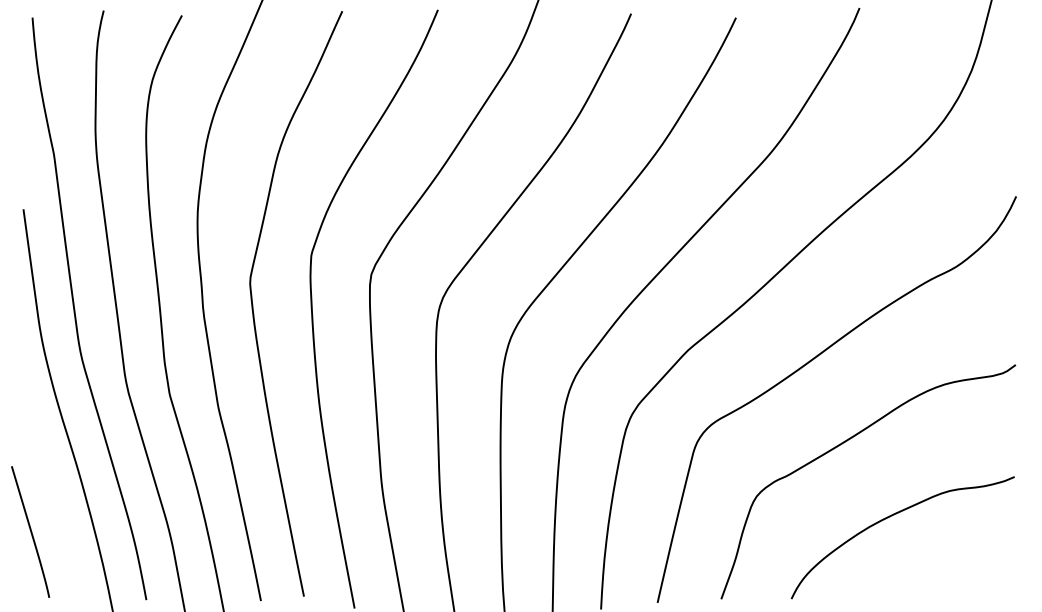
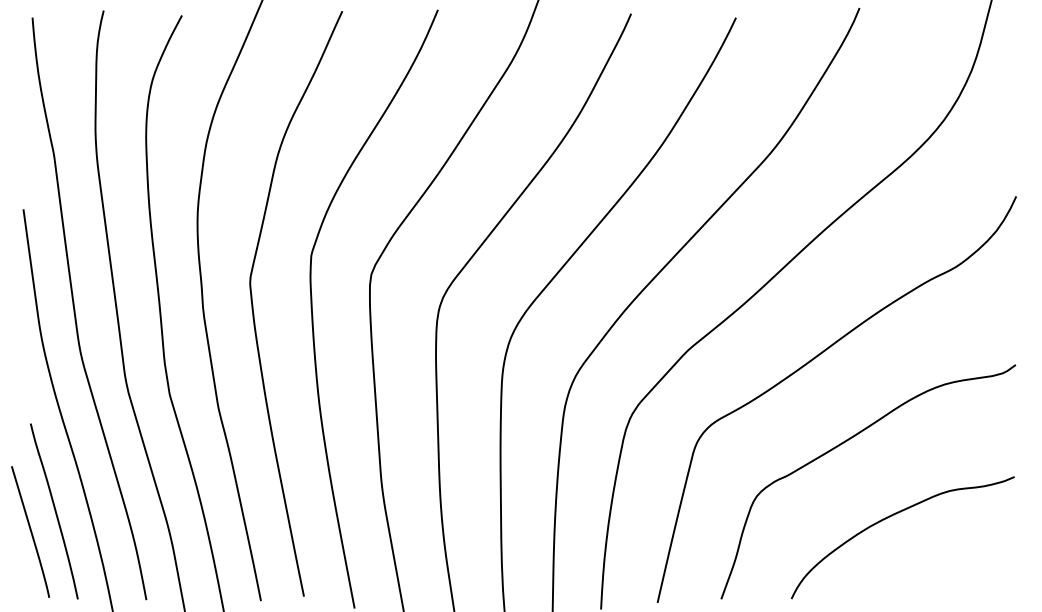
curve at (54, 511): none -> present
